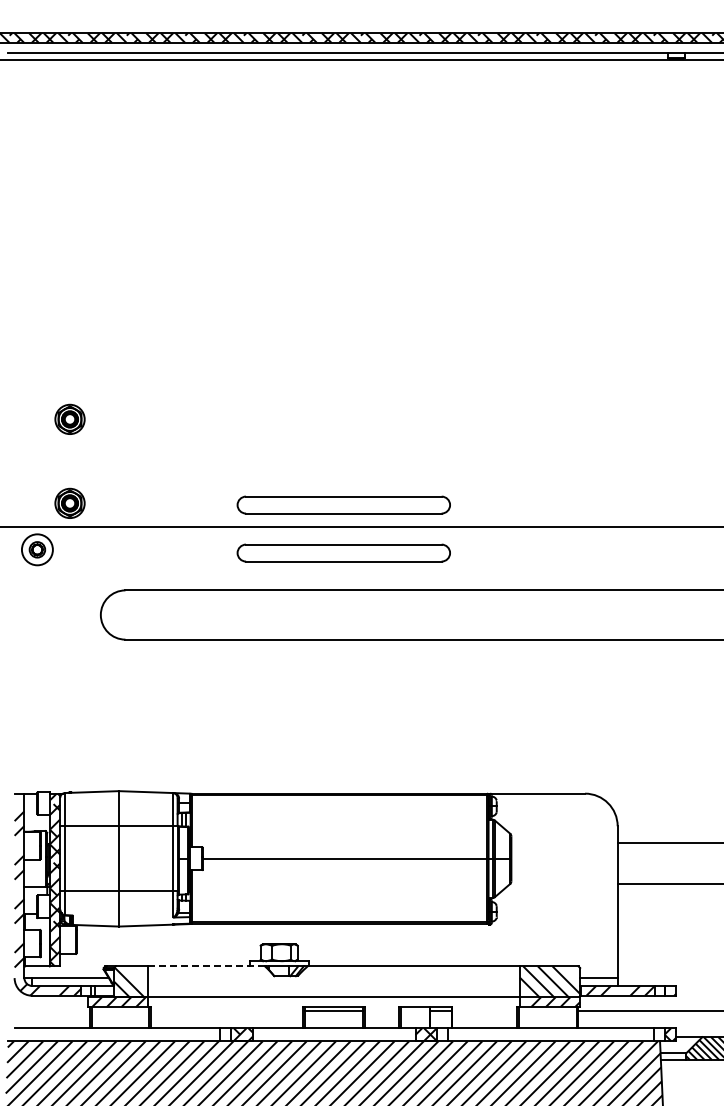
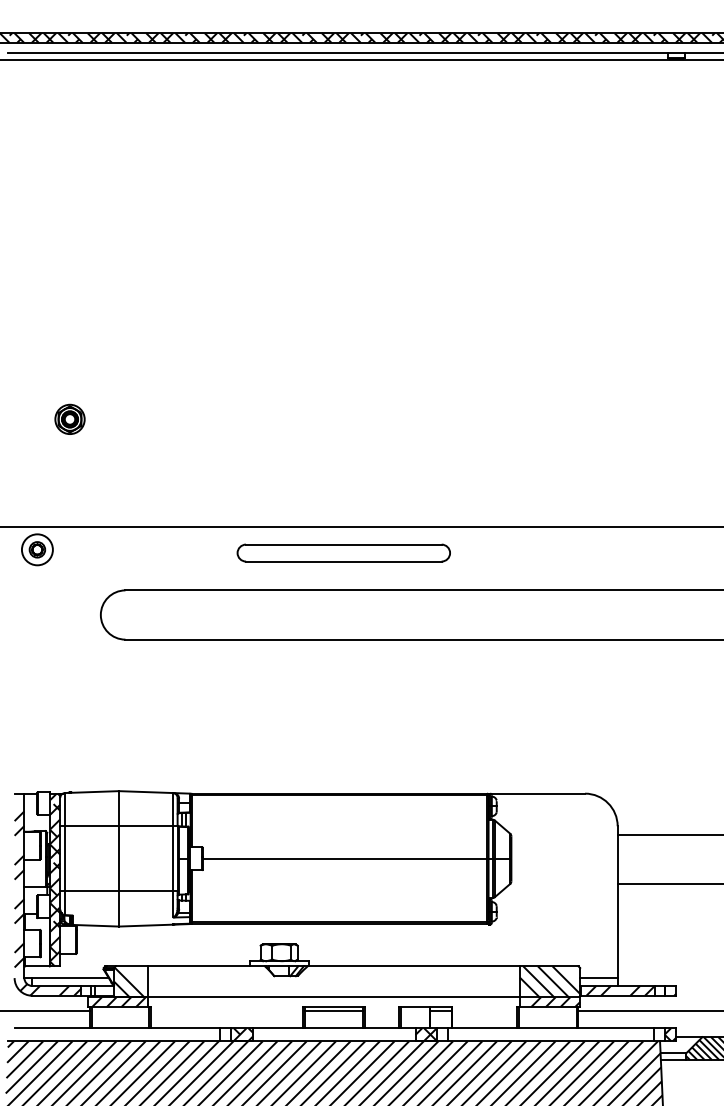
part at (69, 502): present -> none
part at (343, 504): present -> none
line at (668, 842) position: (668, 842) -> (668, 834)
line at (206, 966): dashed -> solid
line at (45, 1011): none -> present
